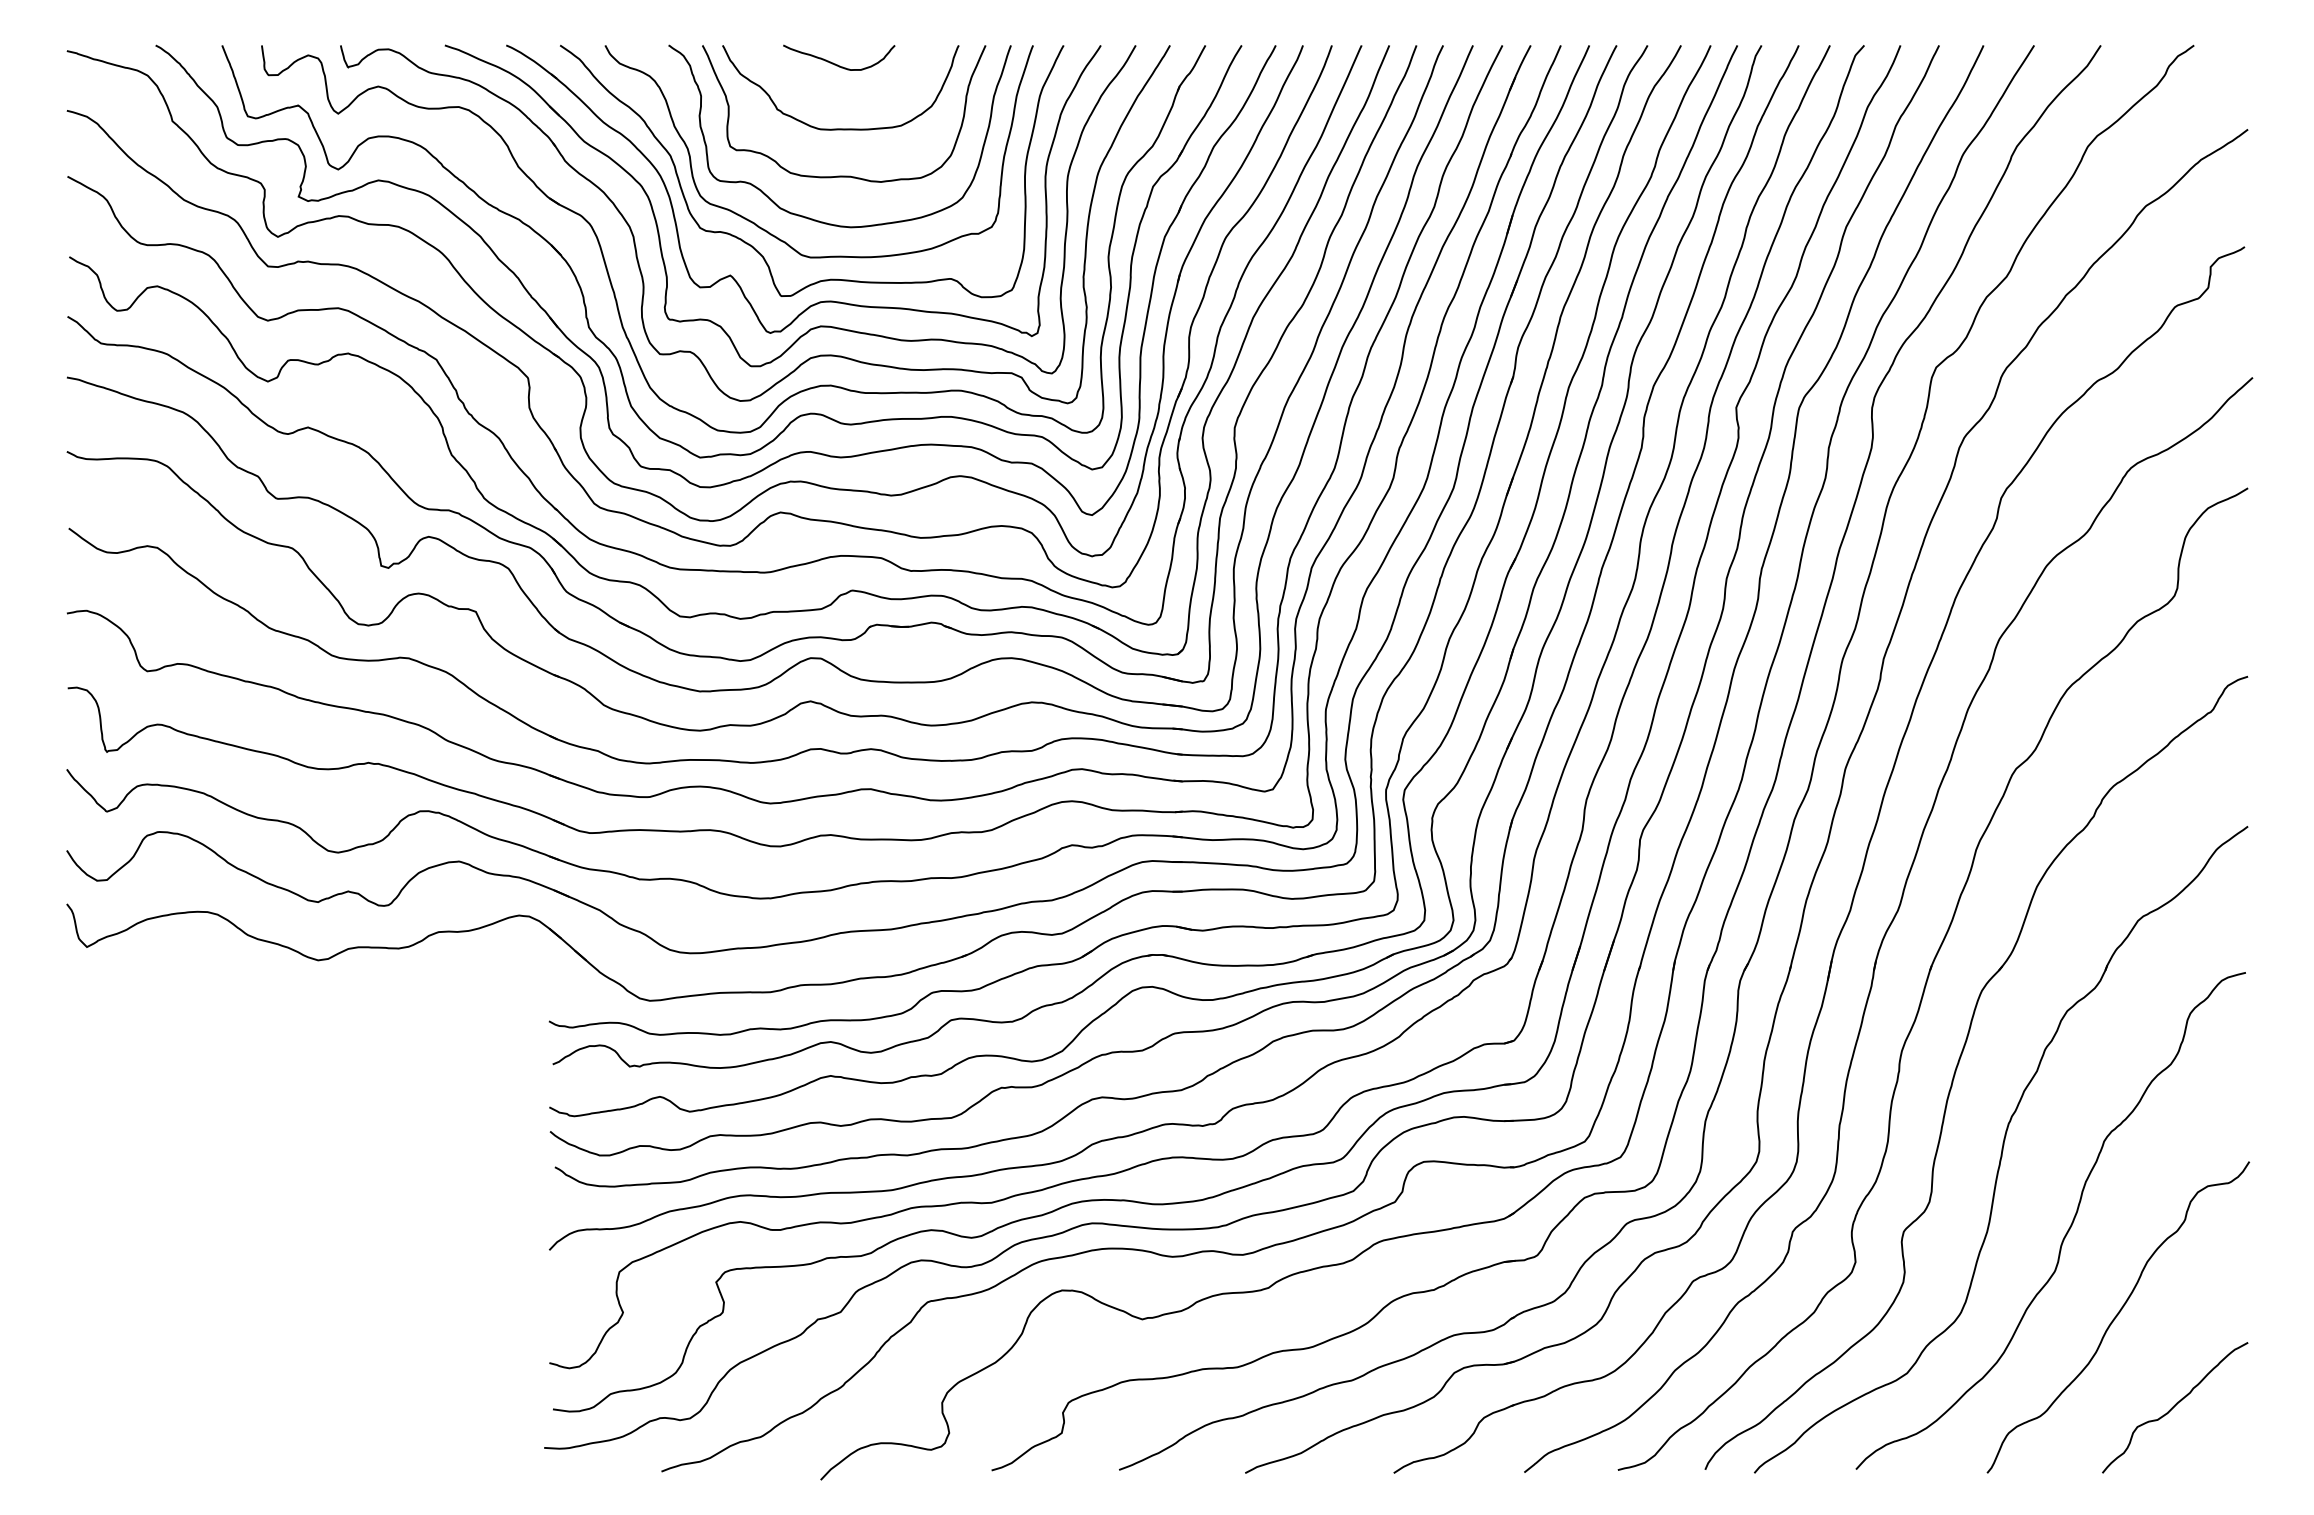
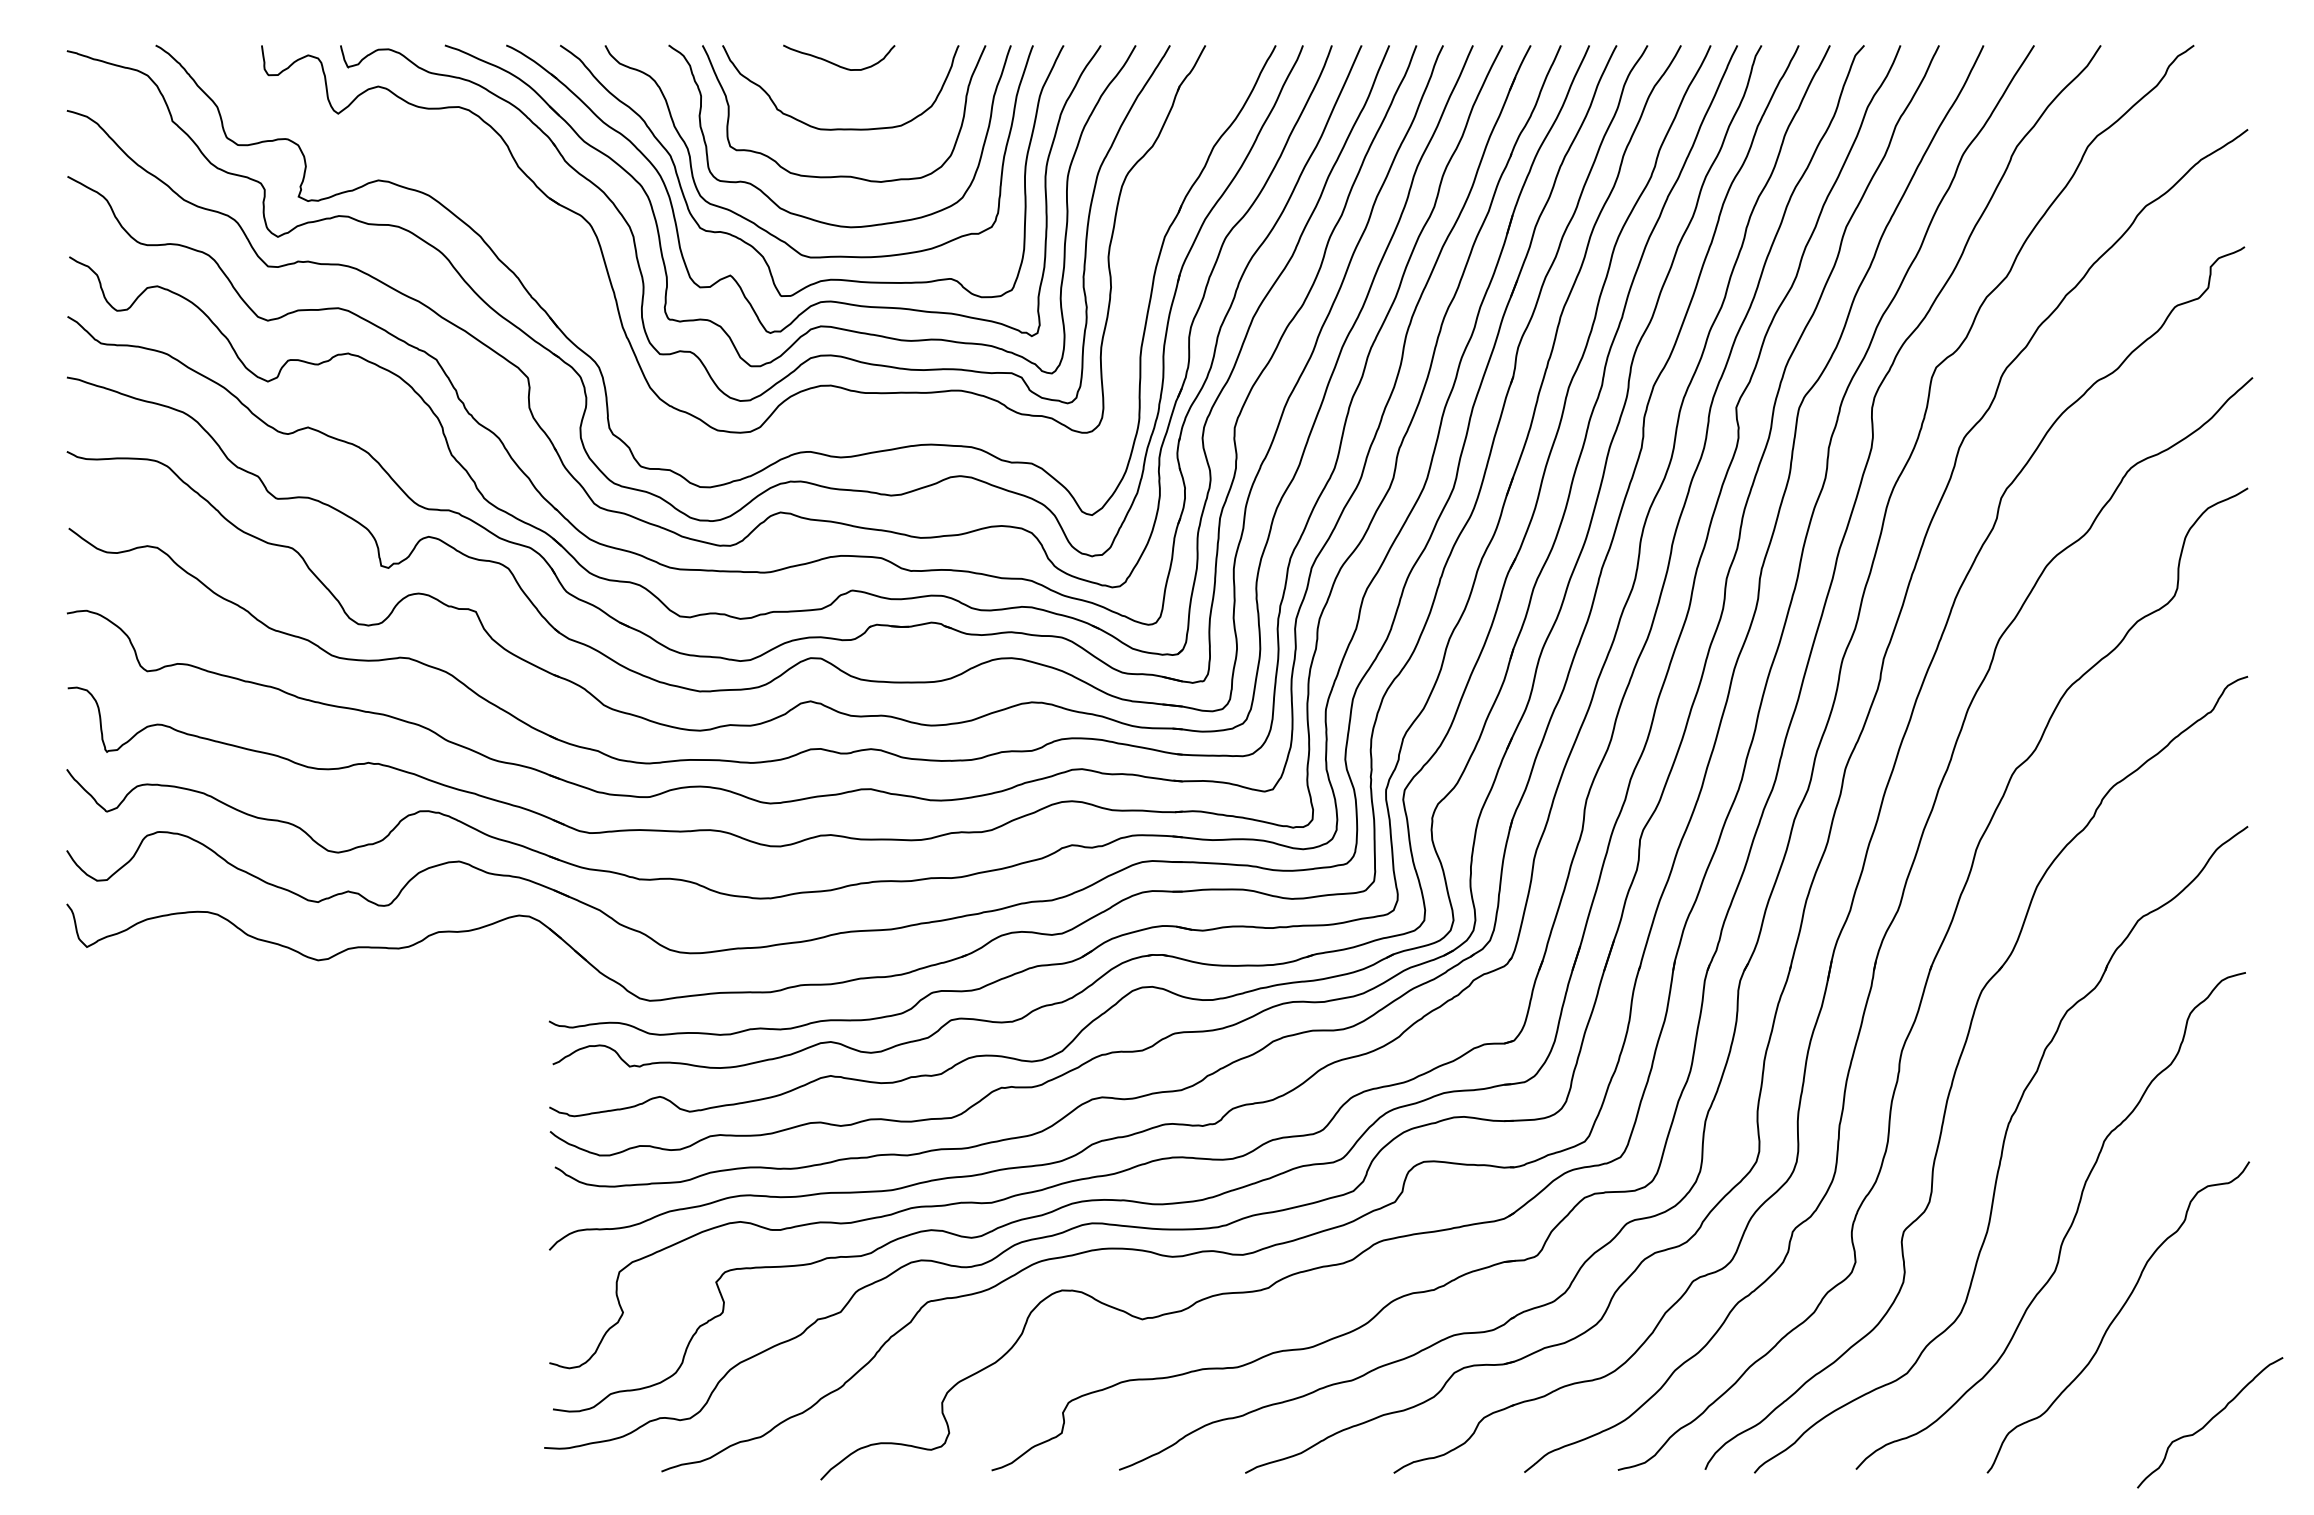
part at (612, 351): present -> none
curve at (2175, 1406) position: (2175, 1406) -> (2210, 1421)
